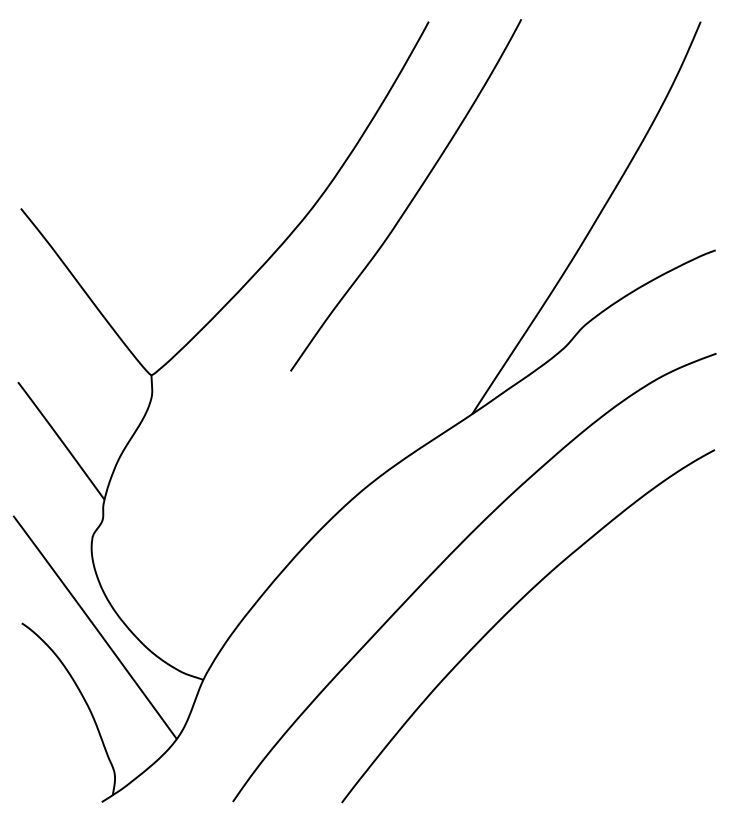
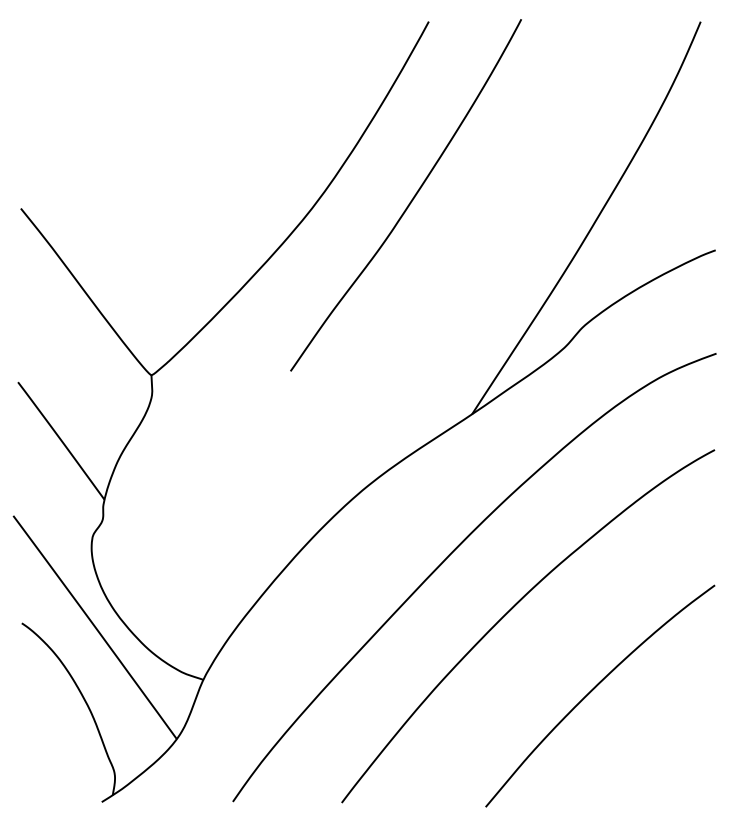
curve at (594, 689): none -> present
